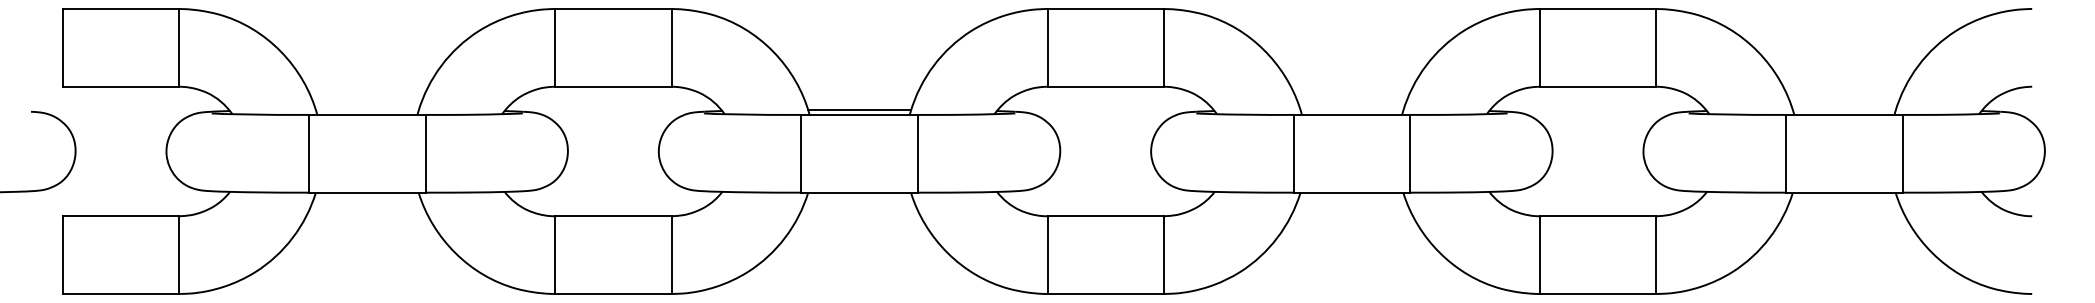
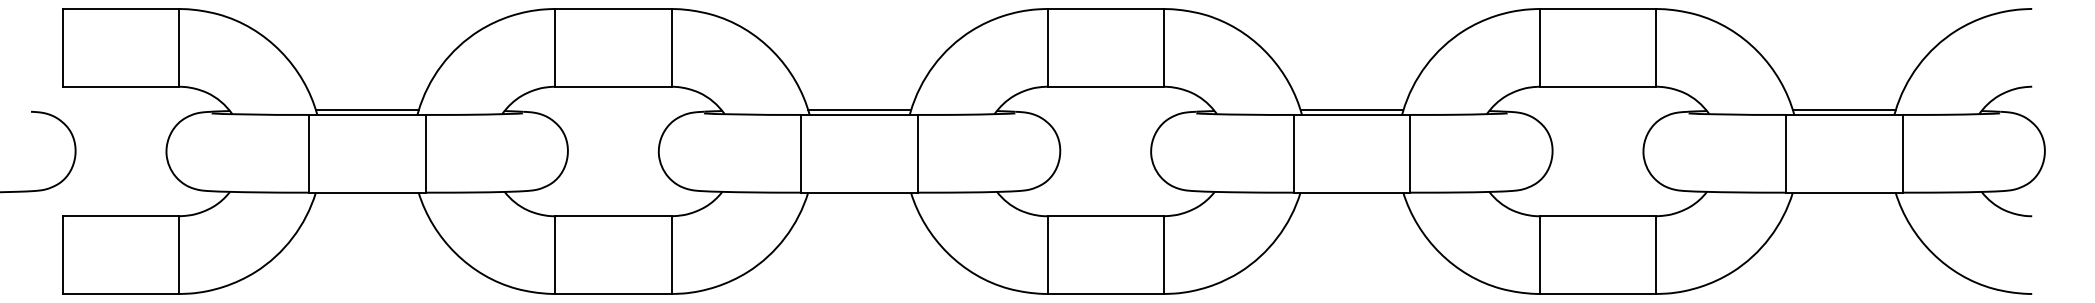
line at (366, 110): none -> present
line at (1351, 110): none -> present
line at (1843, 110): none -> present
